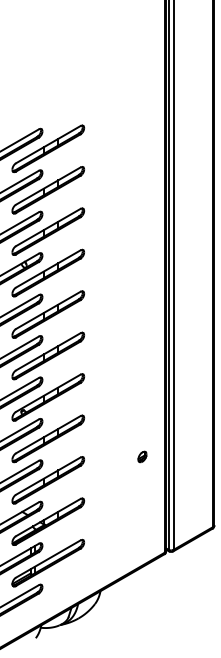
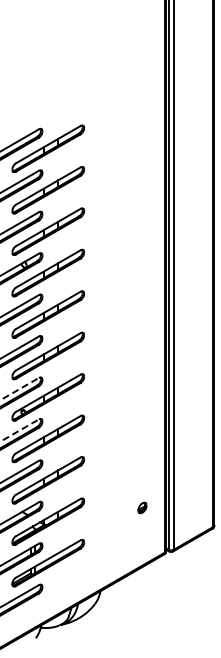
line at (19, 388): solid -> dashed
line at (19, 430): solid -> dashed
part at (142, 456) position: (142, 456) -> (142, 507)
